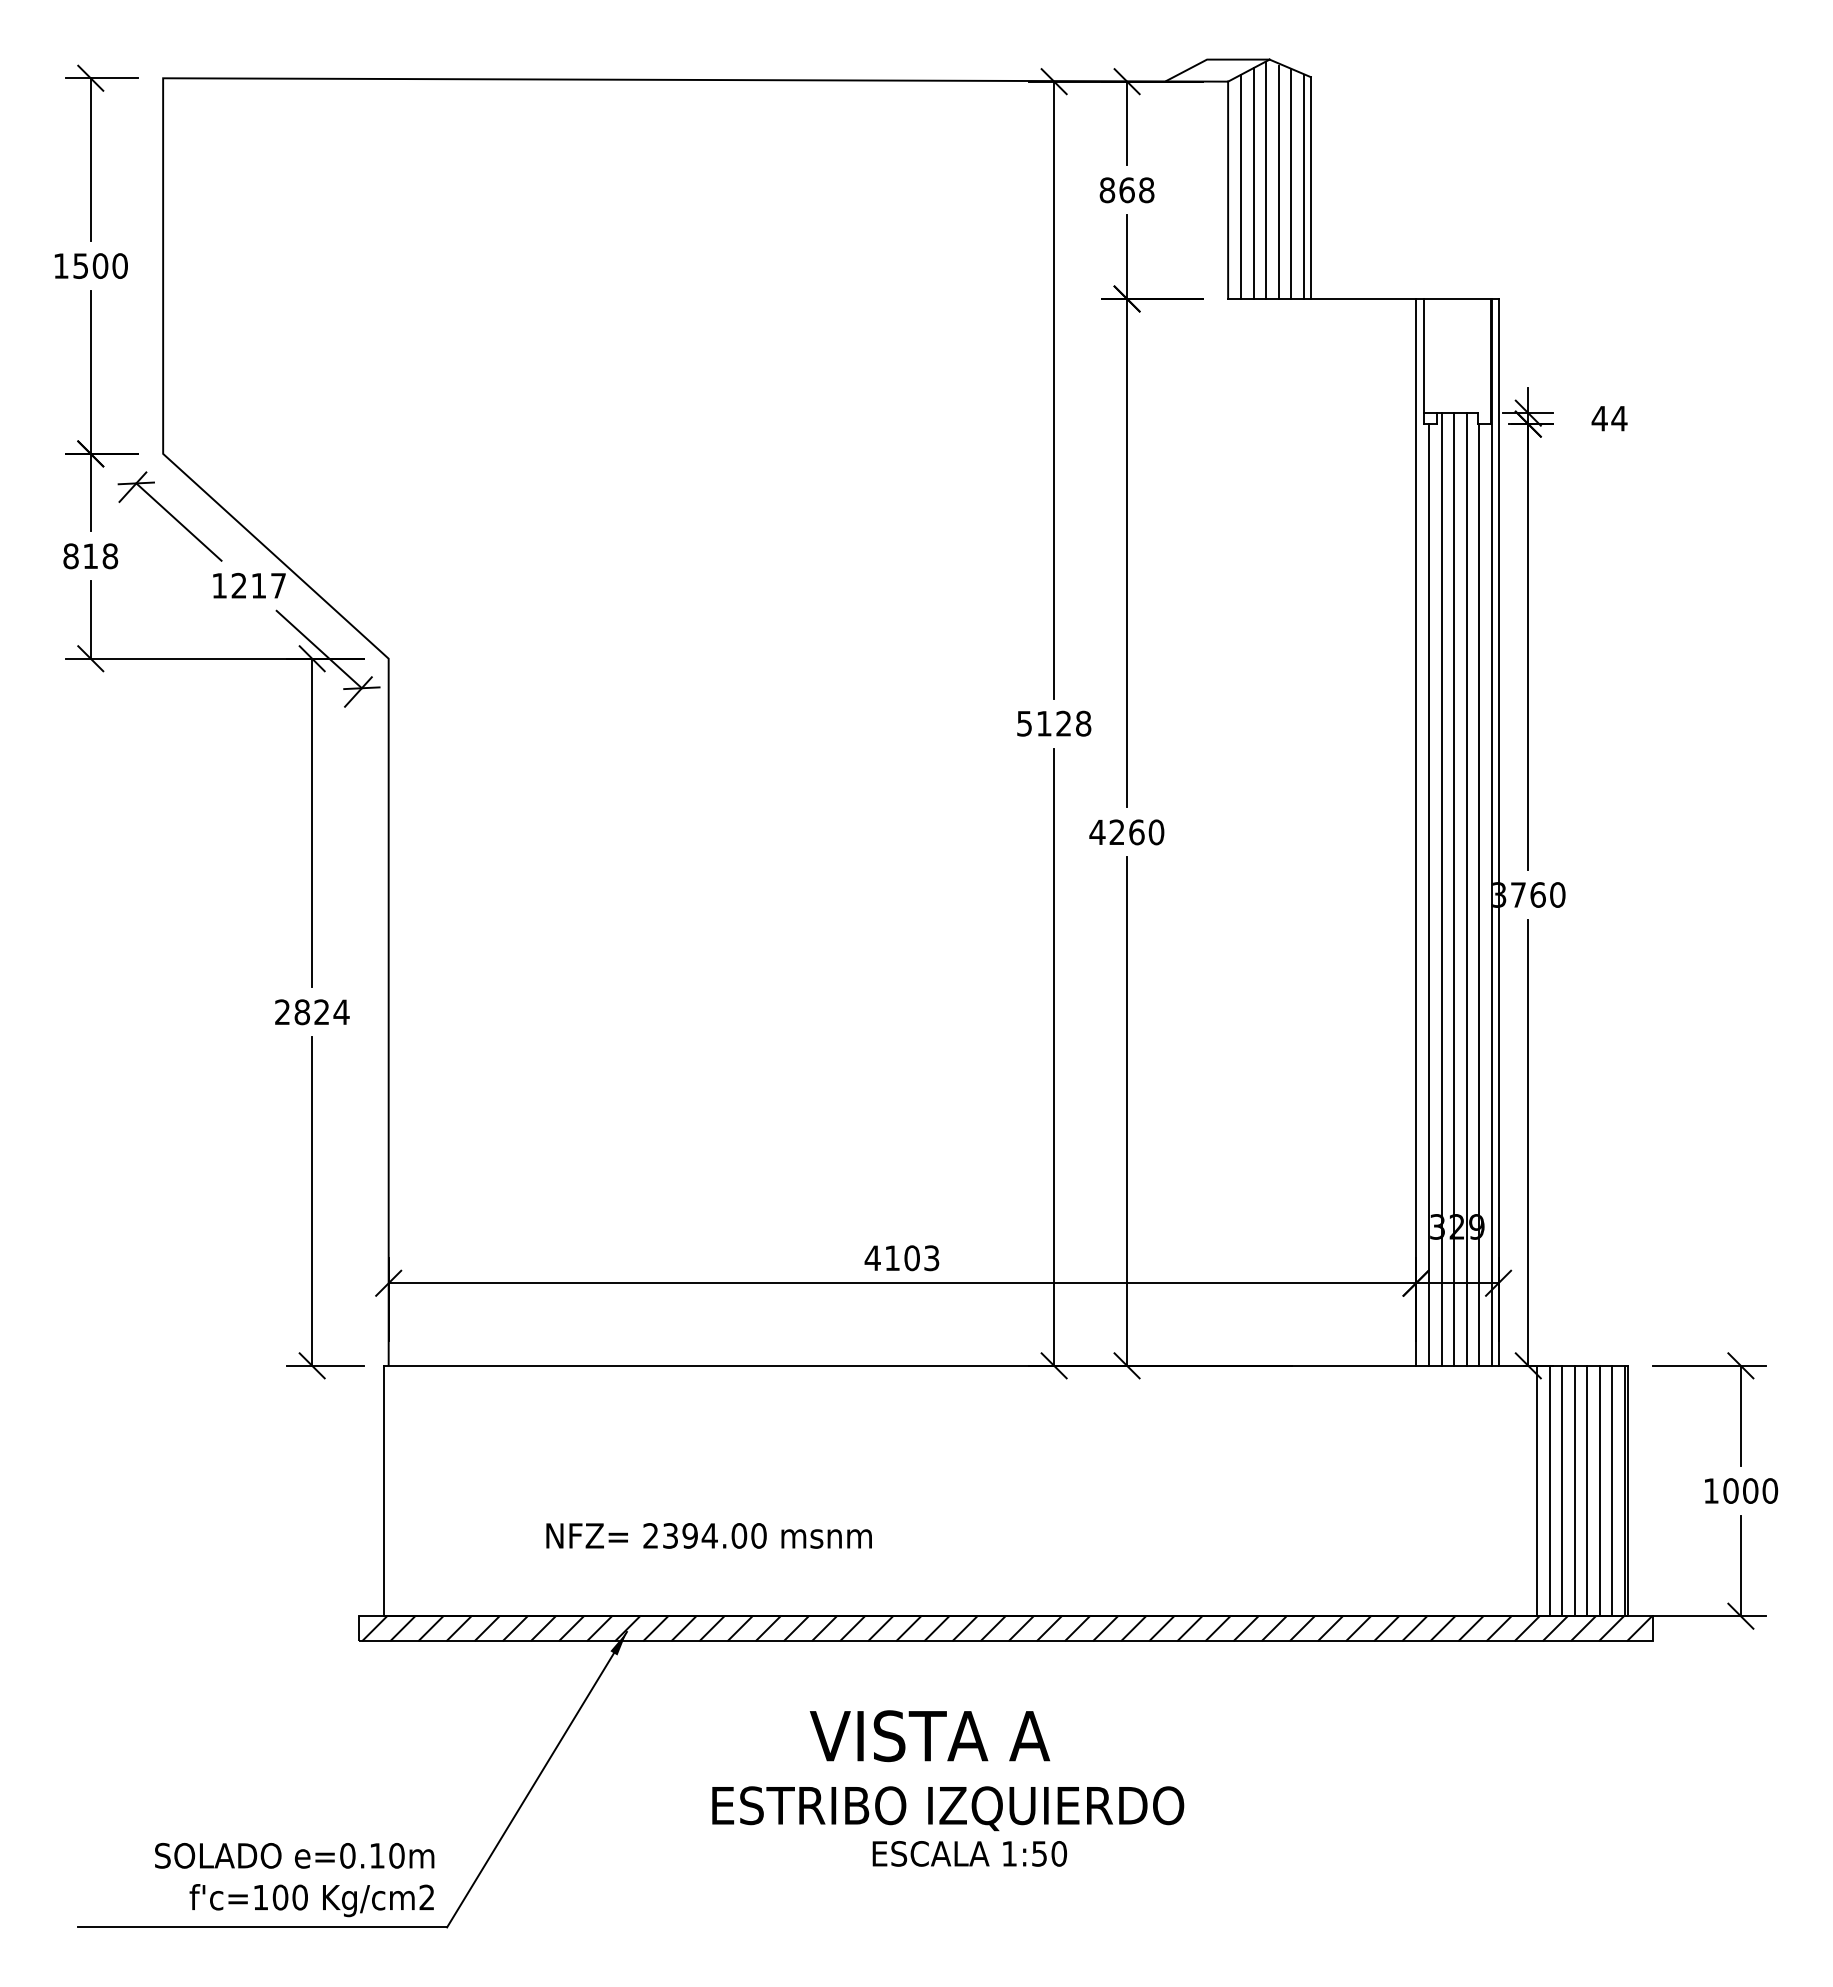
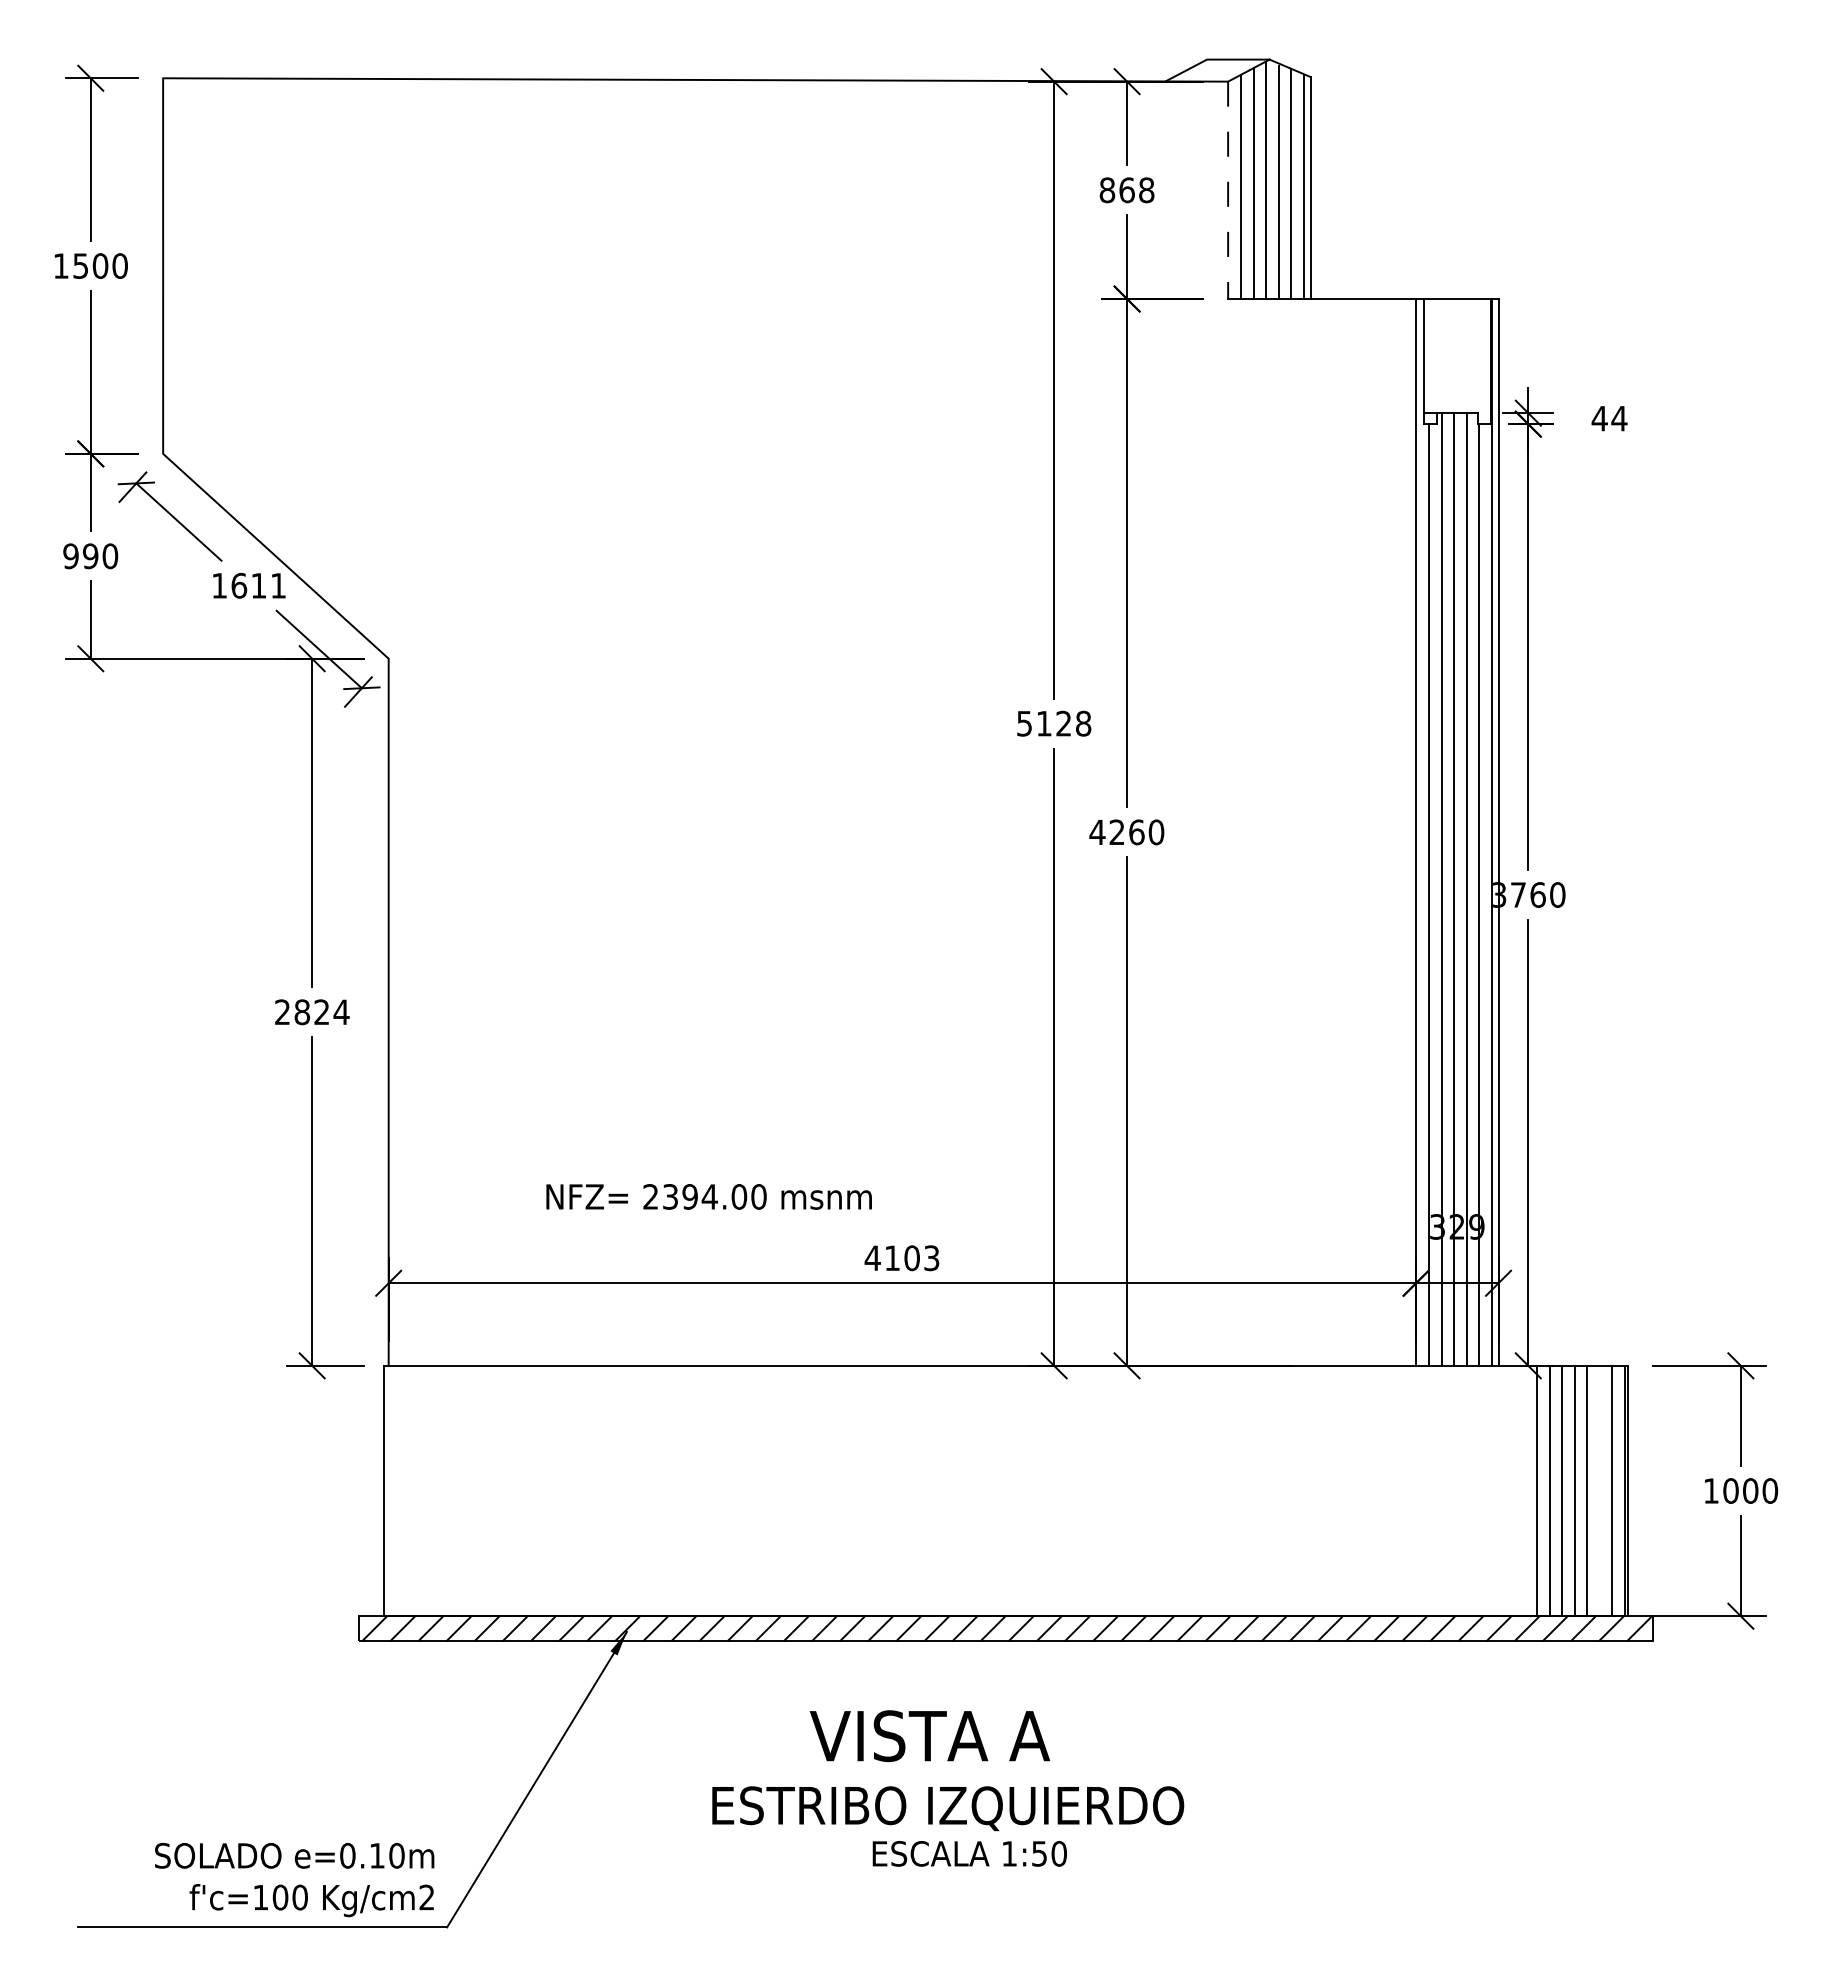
line at (1228, 190): solid -> dashed
text at (90, 556): 818 -> 990
text at (258, 585): 1217 -> 1611
line at (1599, 1490): present -> none
text at (708, 1535) position: (708, 1535) -> (708, 1196)
